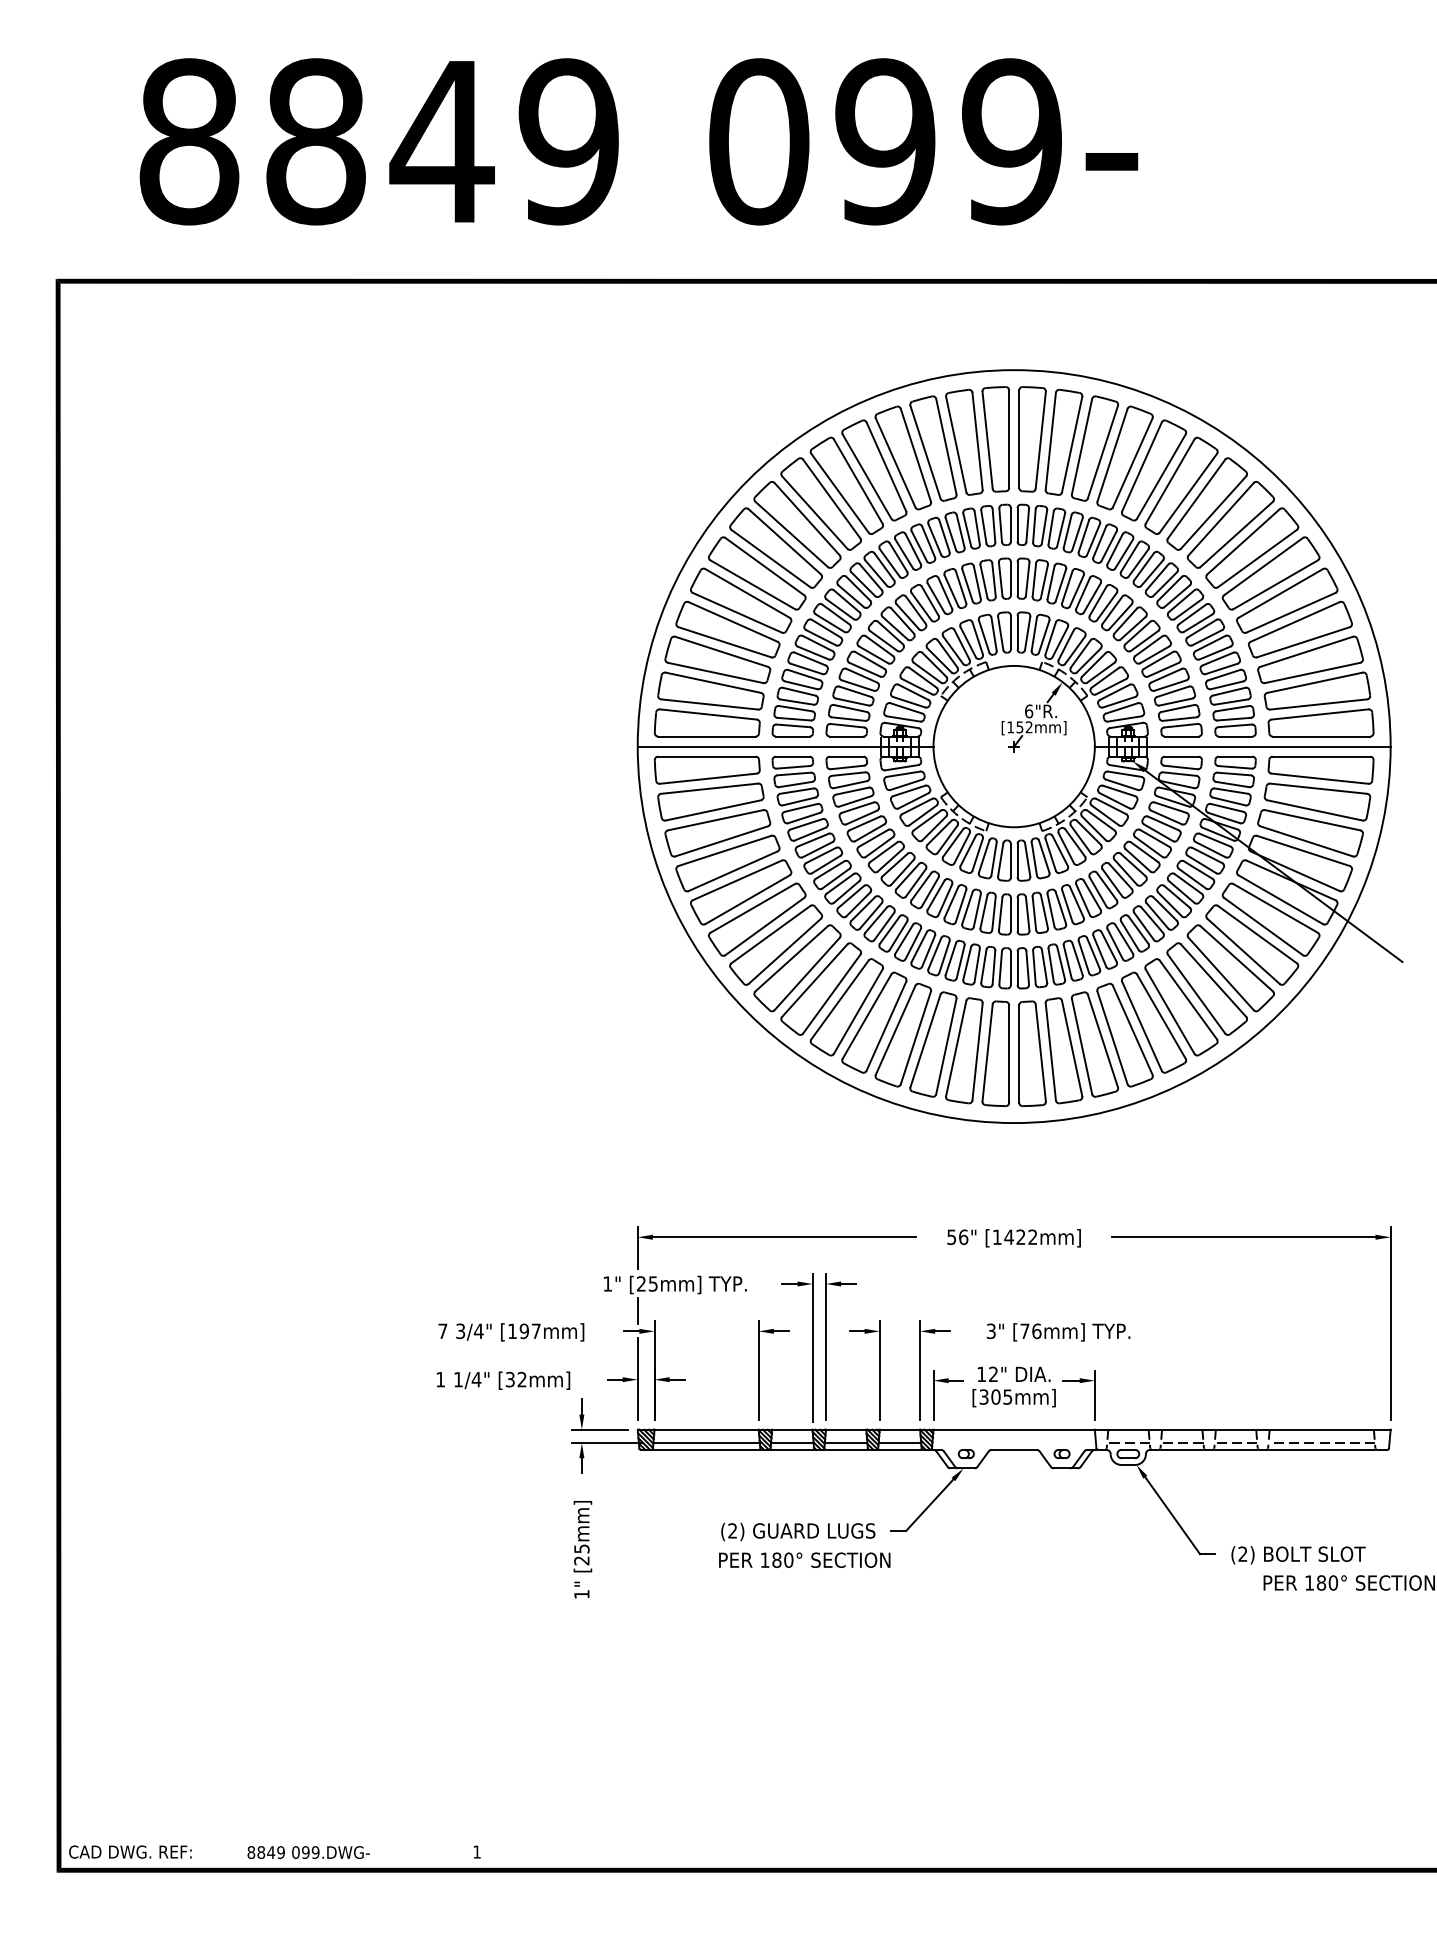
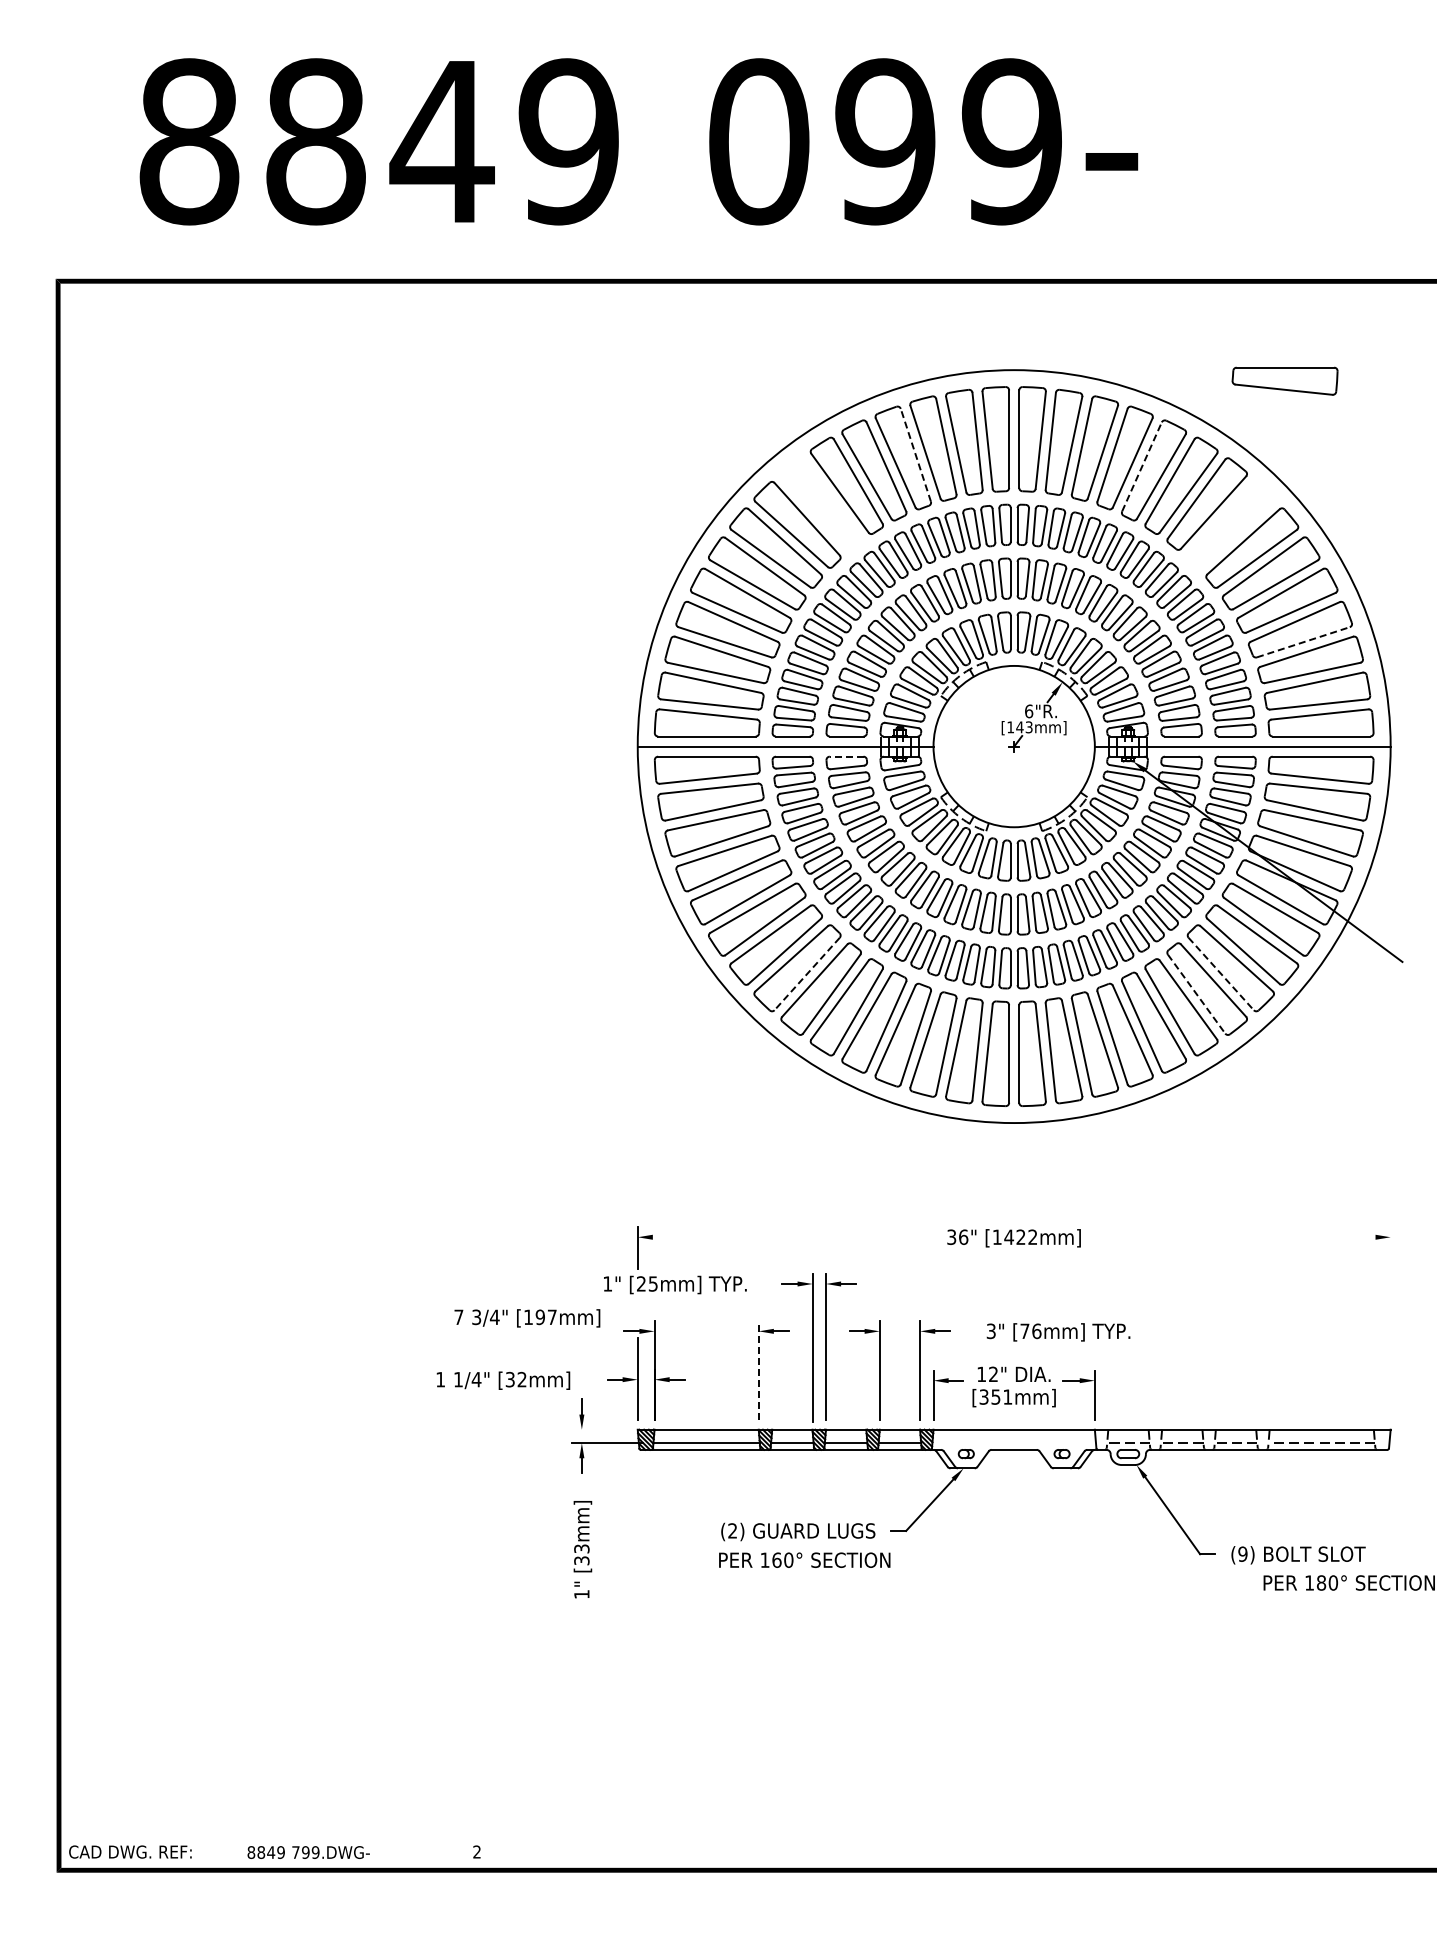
part at (1284, 380): none -> present
line at (915, 455): solid -> dashed
line at (1141, 466): solid -> dashed
part at (820, 503): present -> none
part at (1230, 524): present -> none
line at (1303, 642): solid -> dashed
text at (1024, 727): [152mm] -> [143mm]
line at (846, 756): solid -> dashed
line at (807, 974): solid -> dashed
line at (1221, 974): solid -> dashed
line at (1196, 994): solid -> dashed
text at (951, 1236): 56" -> 36"
line at (784, 1237): present -> none
line at (1243, 1237): present -> none
line at (637, 1310): present -> none
line at (1390, 1323): present -> none
text at (511, 1332) position: (511, 1332) -> (527, 1318)
line at (758, 1369): solid -> dashed
text at (1001, 1396): [305mm] -> [351mm]
line at (599, 1429): present -> none
text at (1242, 1553): (2) -> (9)
text at (581, 1554): [25mm] -> [33mm]
text at (776, 1559): 180° -> 160°
text at (476, 1851): 1 -> 2
text at (295, 1852): 099.DWG- -> 799.DWG-
